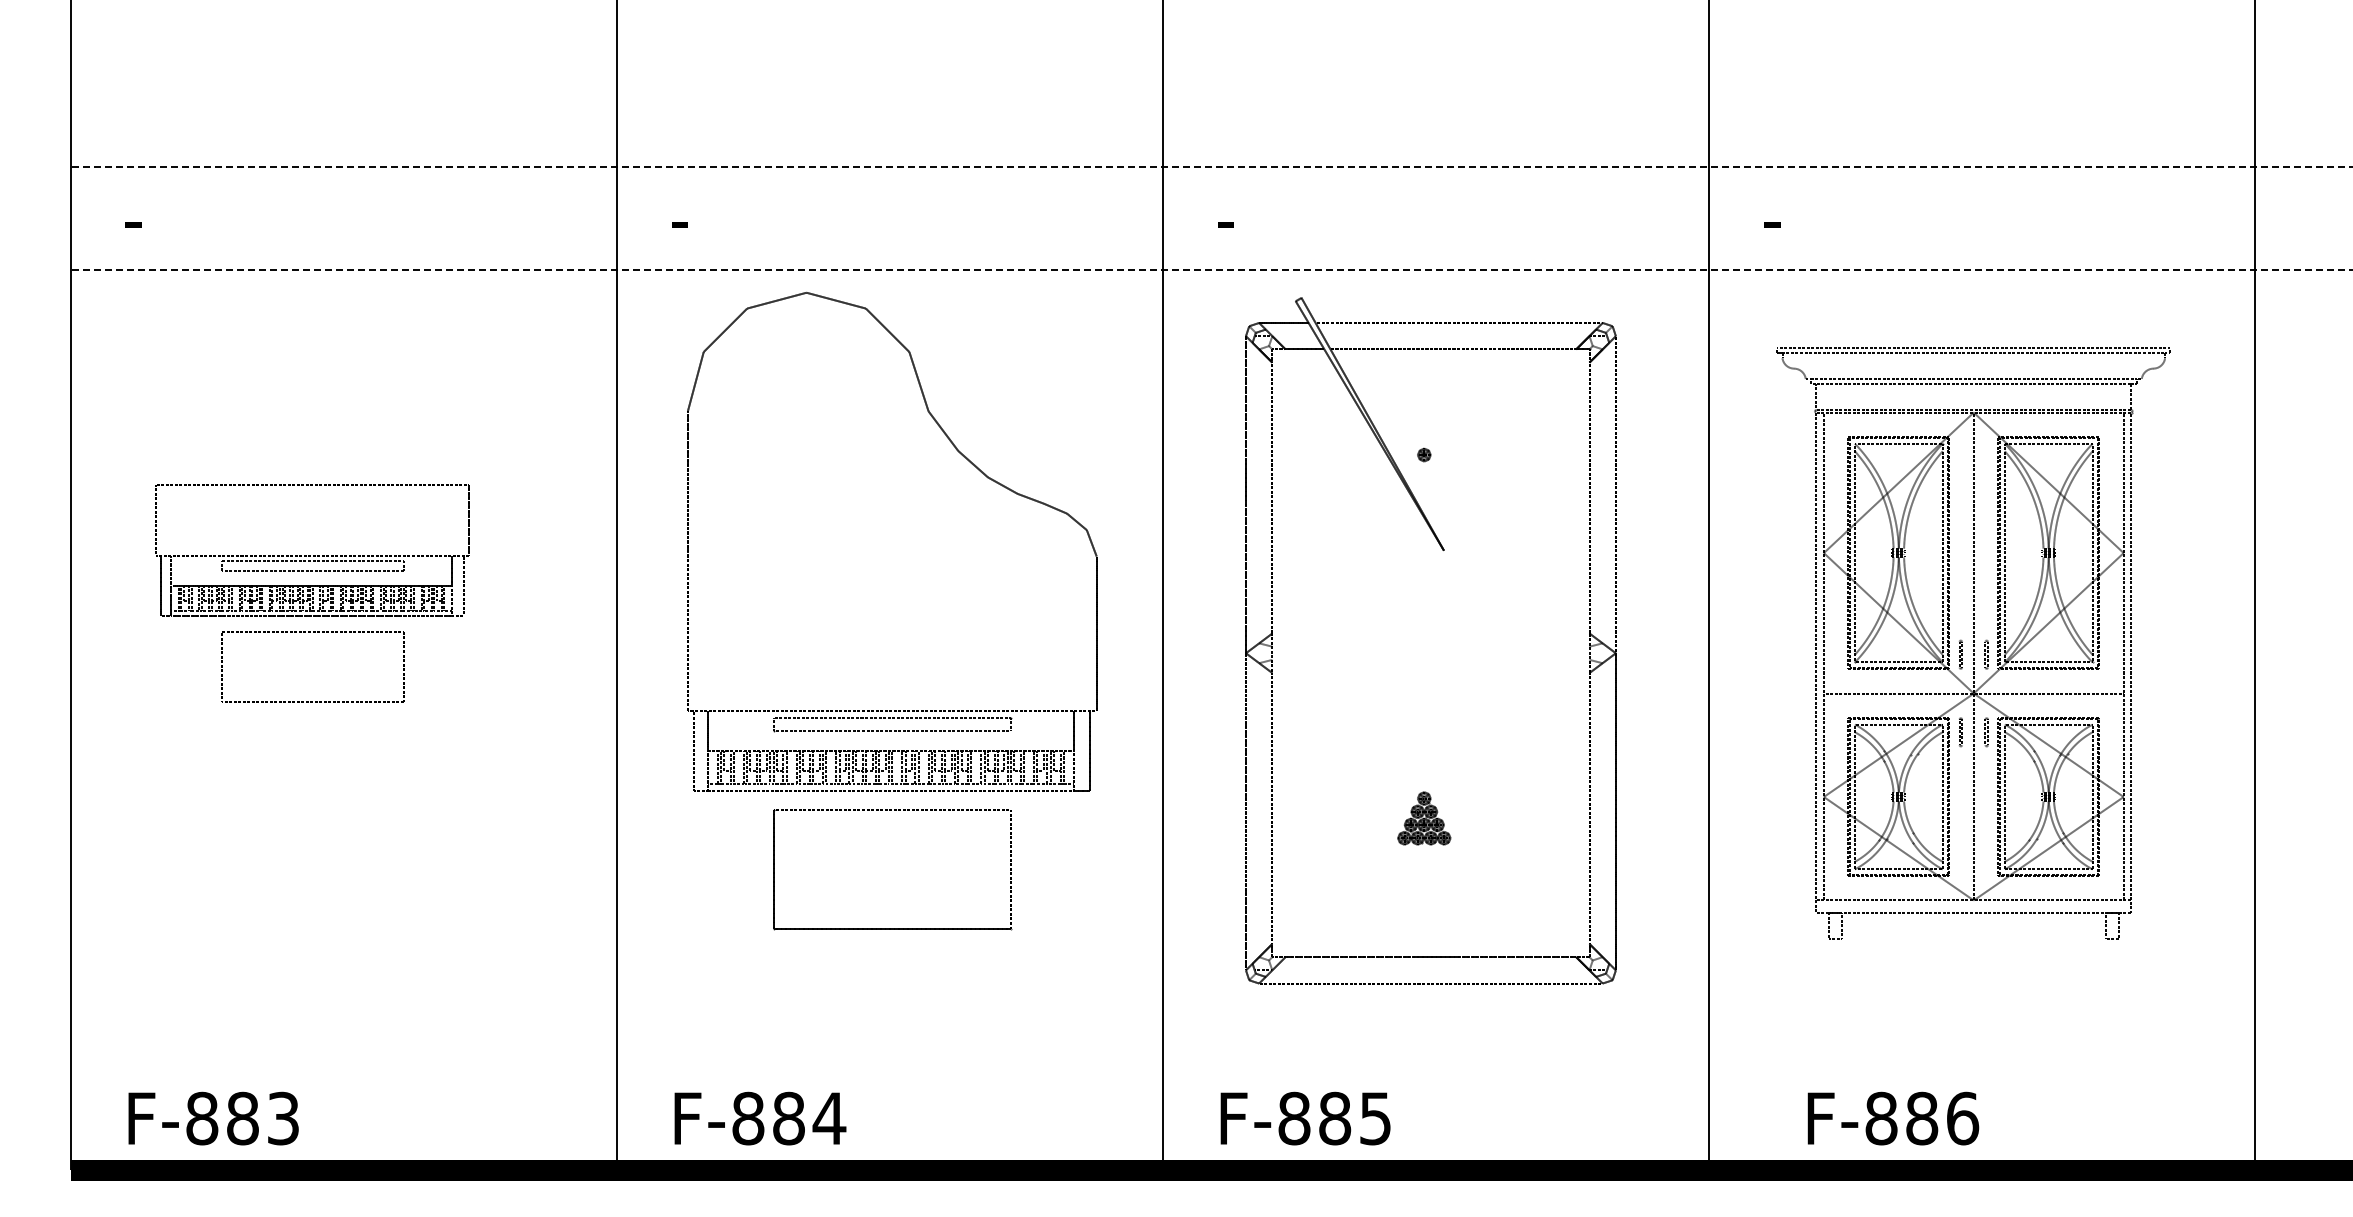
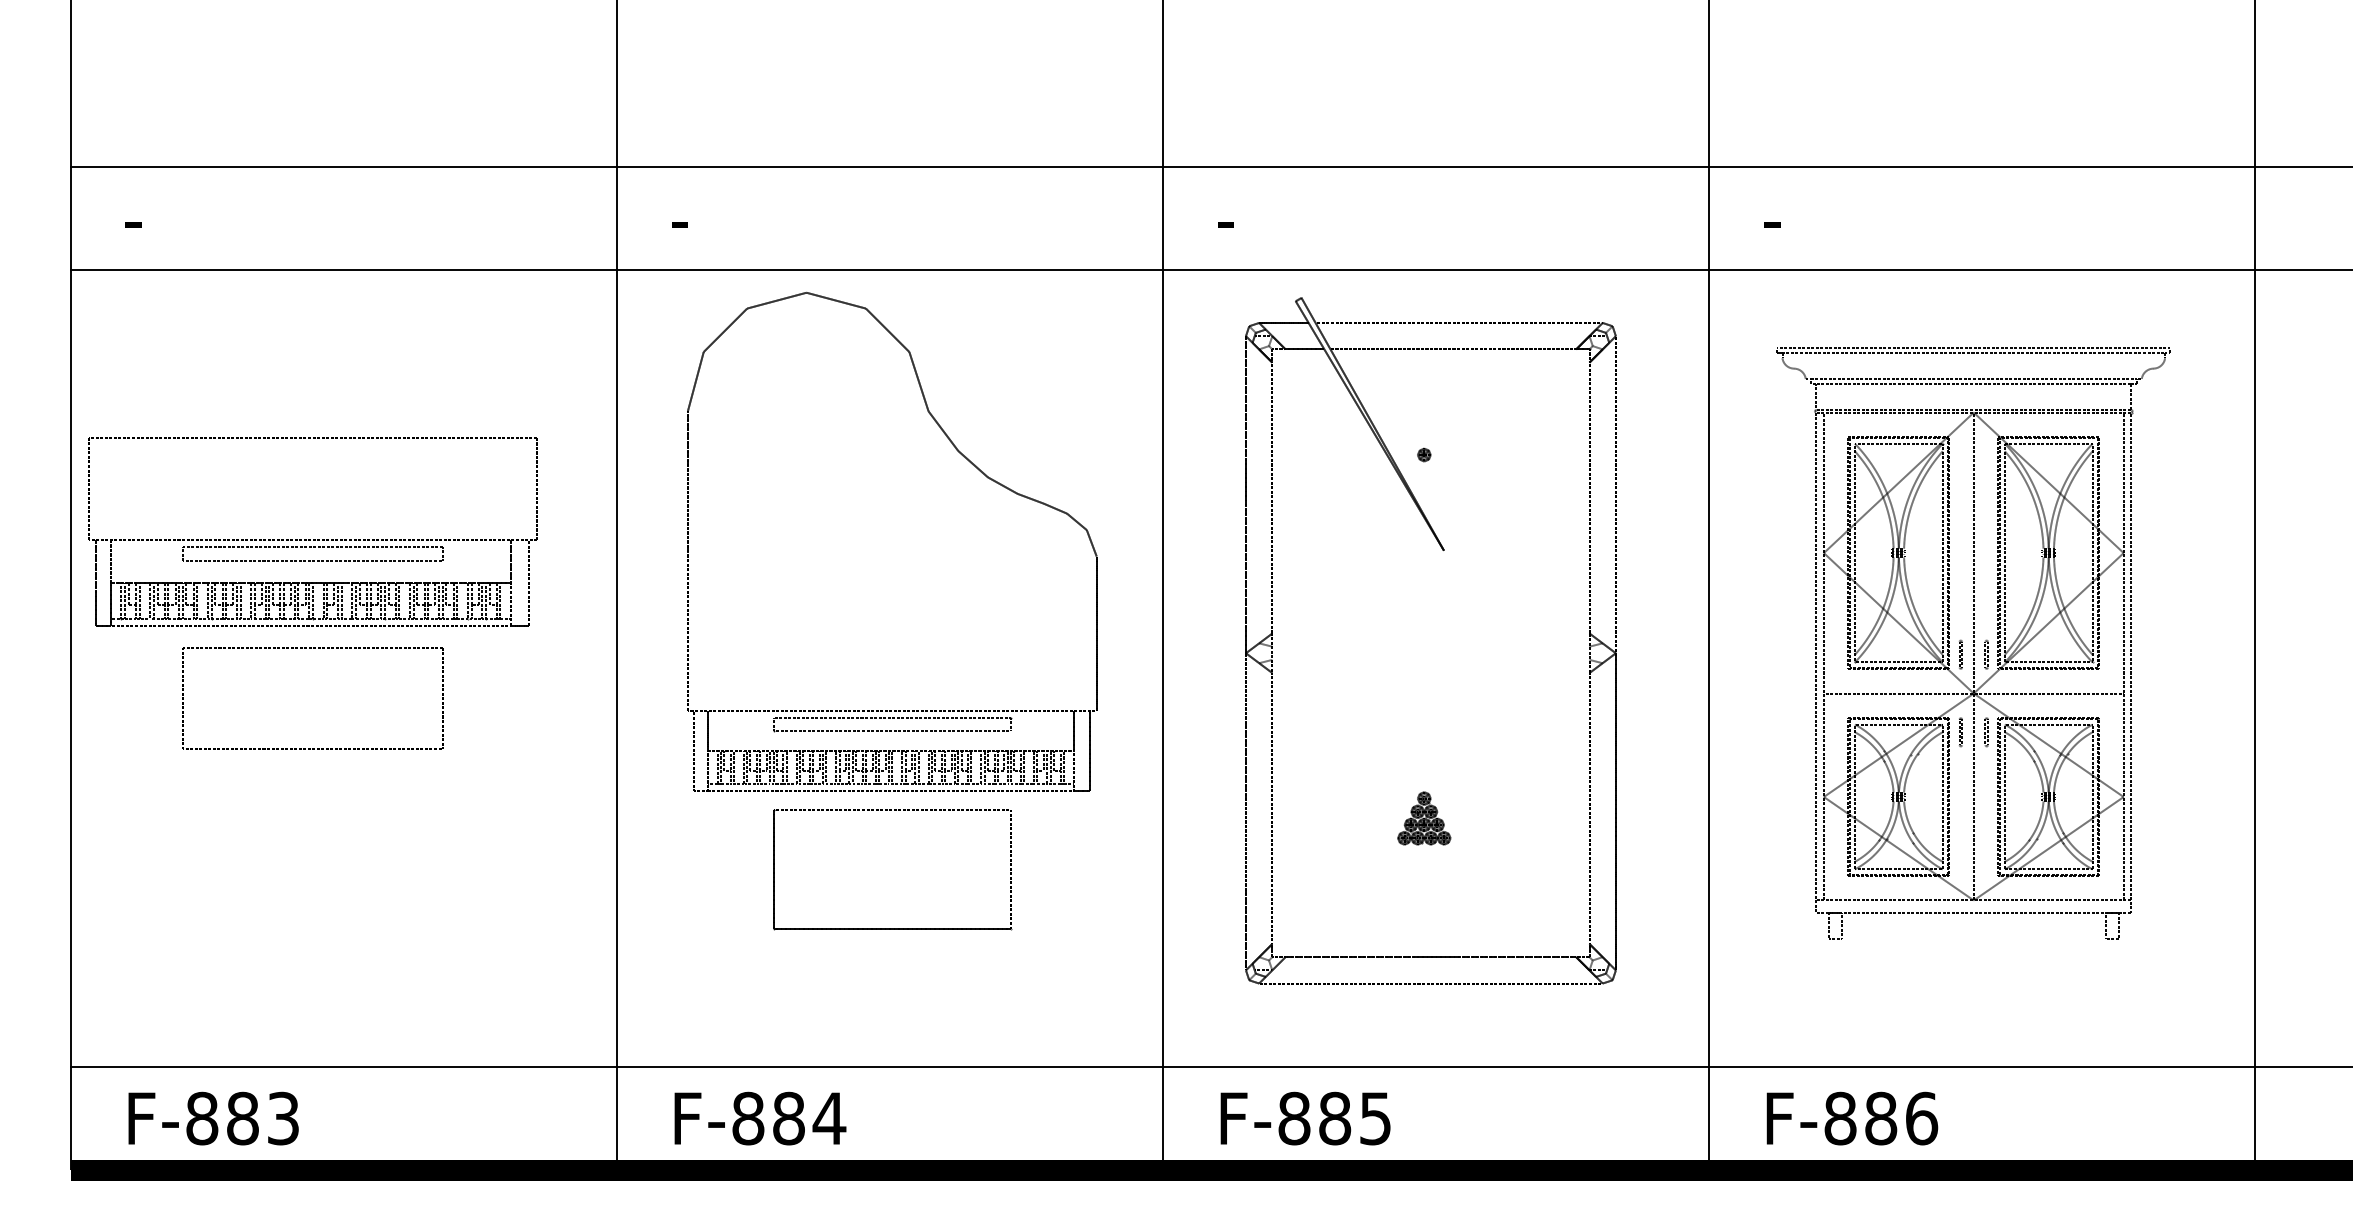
line at (1211, 166): dashed -> solid
line at (1211, 270): dashed -> solid
part at (312, 593) size: 315x219 px -> 450x313 px
line at (1209, 1066): none -> present
text at (1893, 1118) position: (1893, 1118) -> (1852, 1118)
